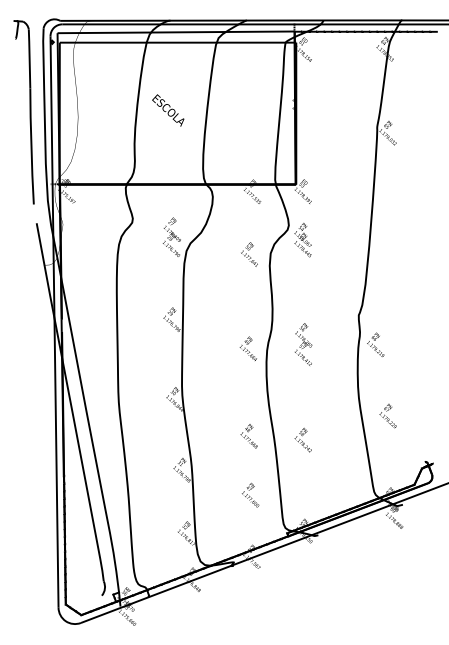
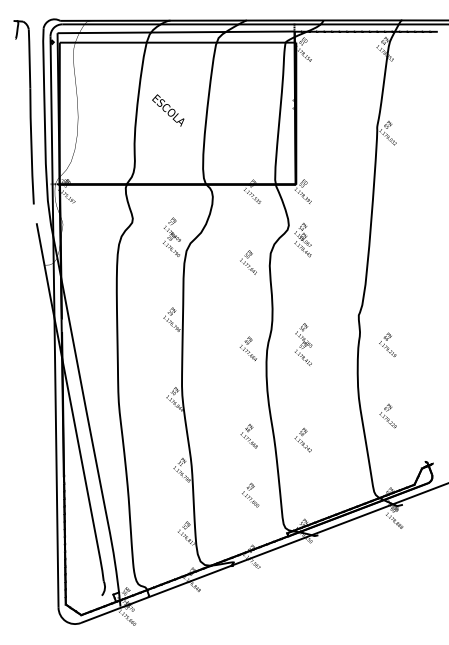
text at (249, 254) position: (249, 254) -> (248, 262)
text at (375, 344) position: (375, 344) -> (387, 344)
